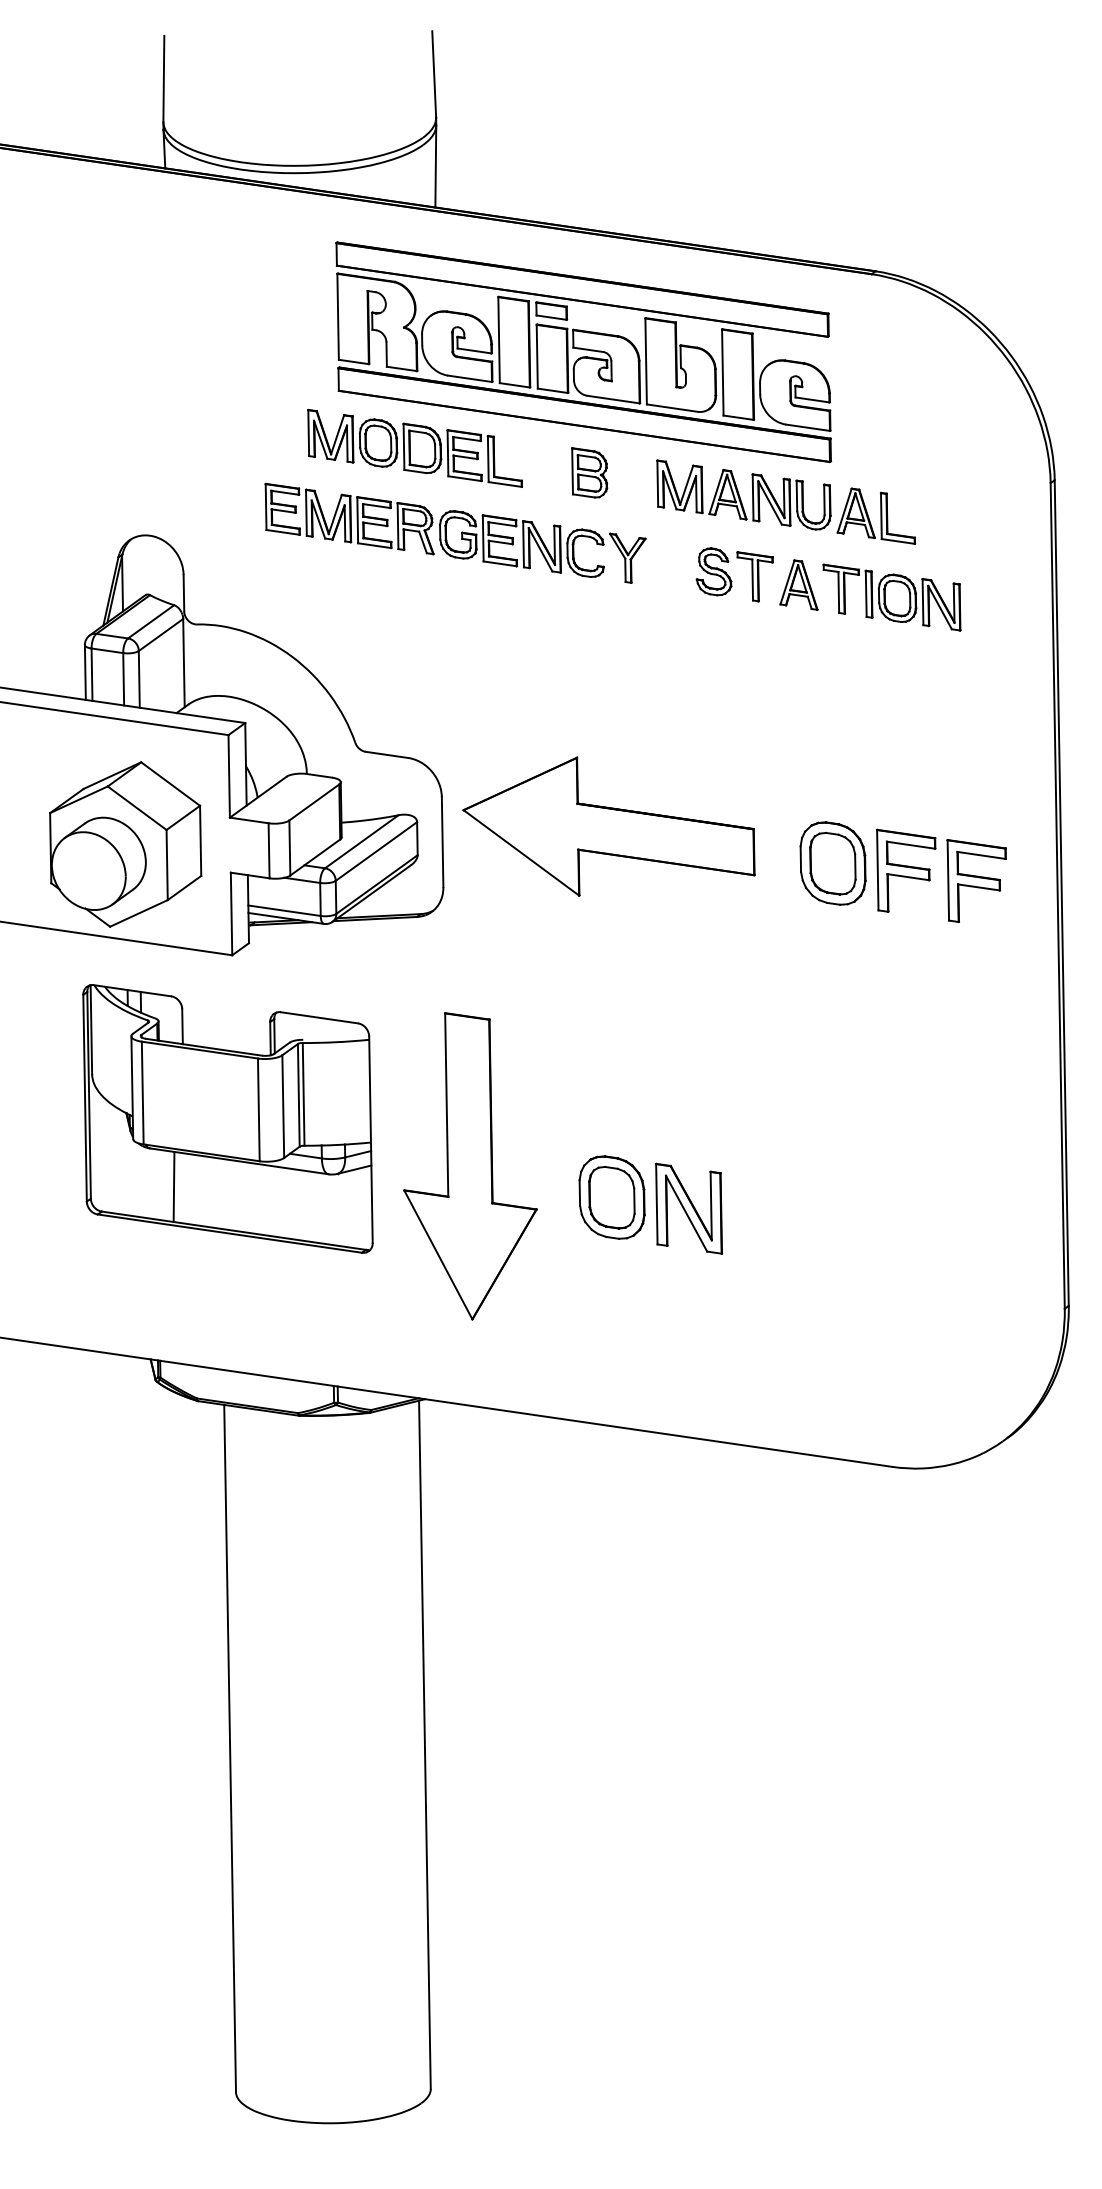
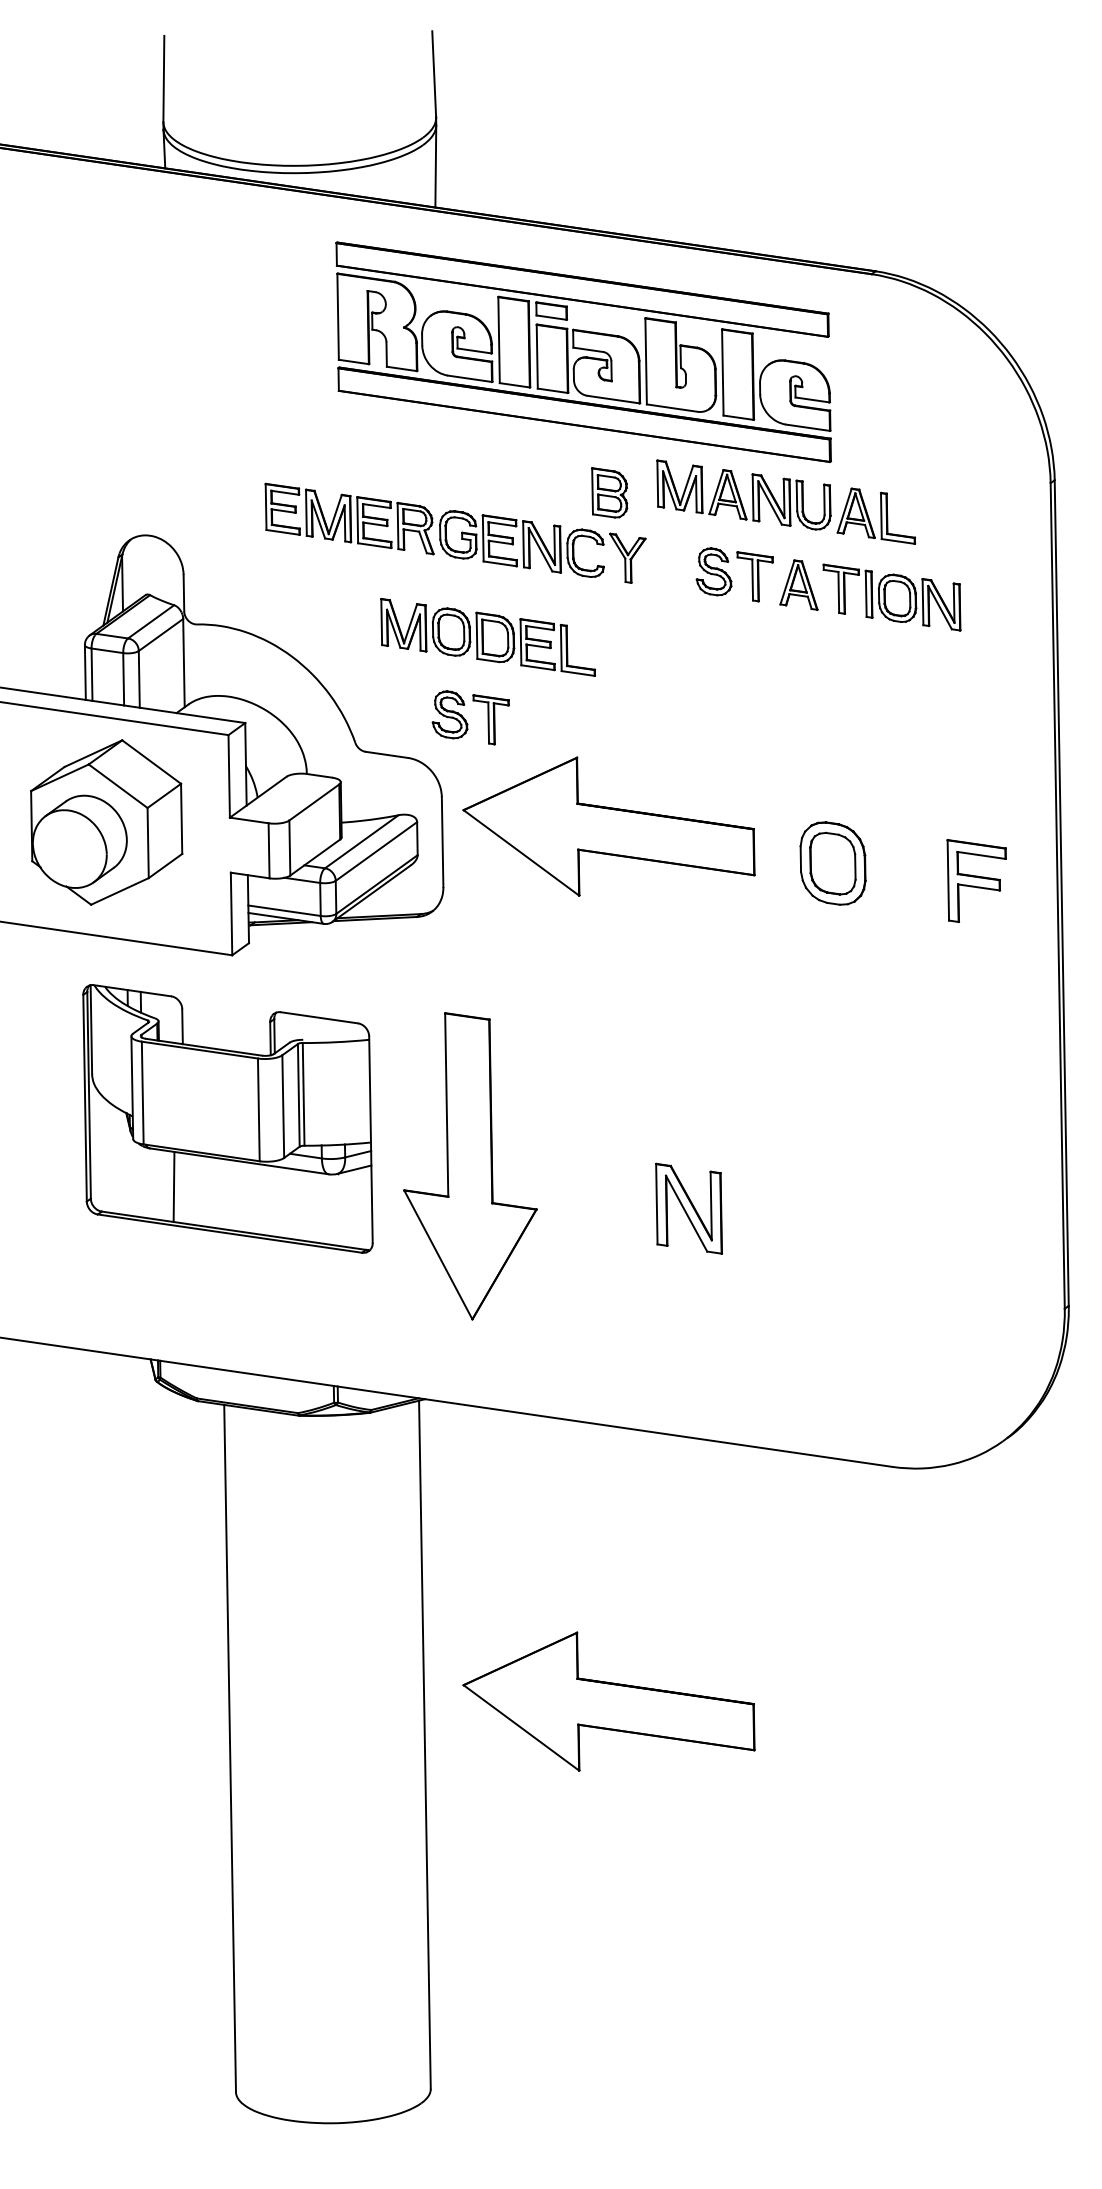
part at (415, 447) position: (415, 447) -> (488, 636)
part at (589, 472) position: (589, 472) -> (609, 492)
part at (470, 717): none -> present
part at (125, 844) position: (125, 844) -> (106, 822)
part at (906, 870): present -> none
part at (611, 1197): present -> none
part at (608, 1701): none -> present
